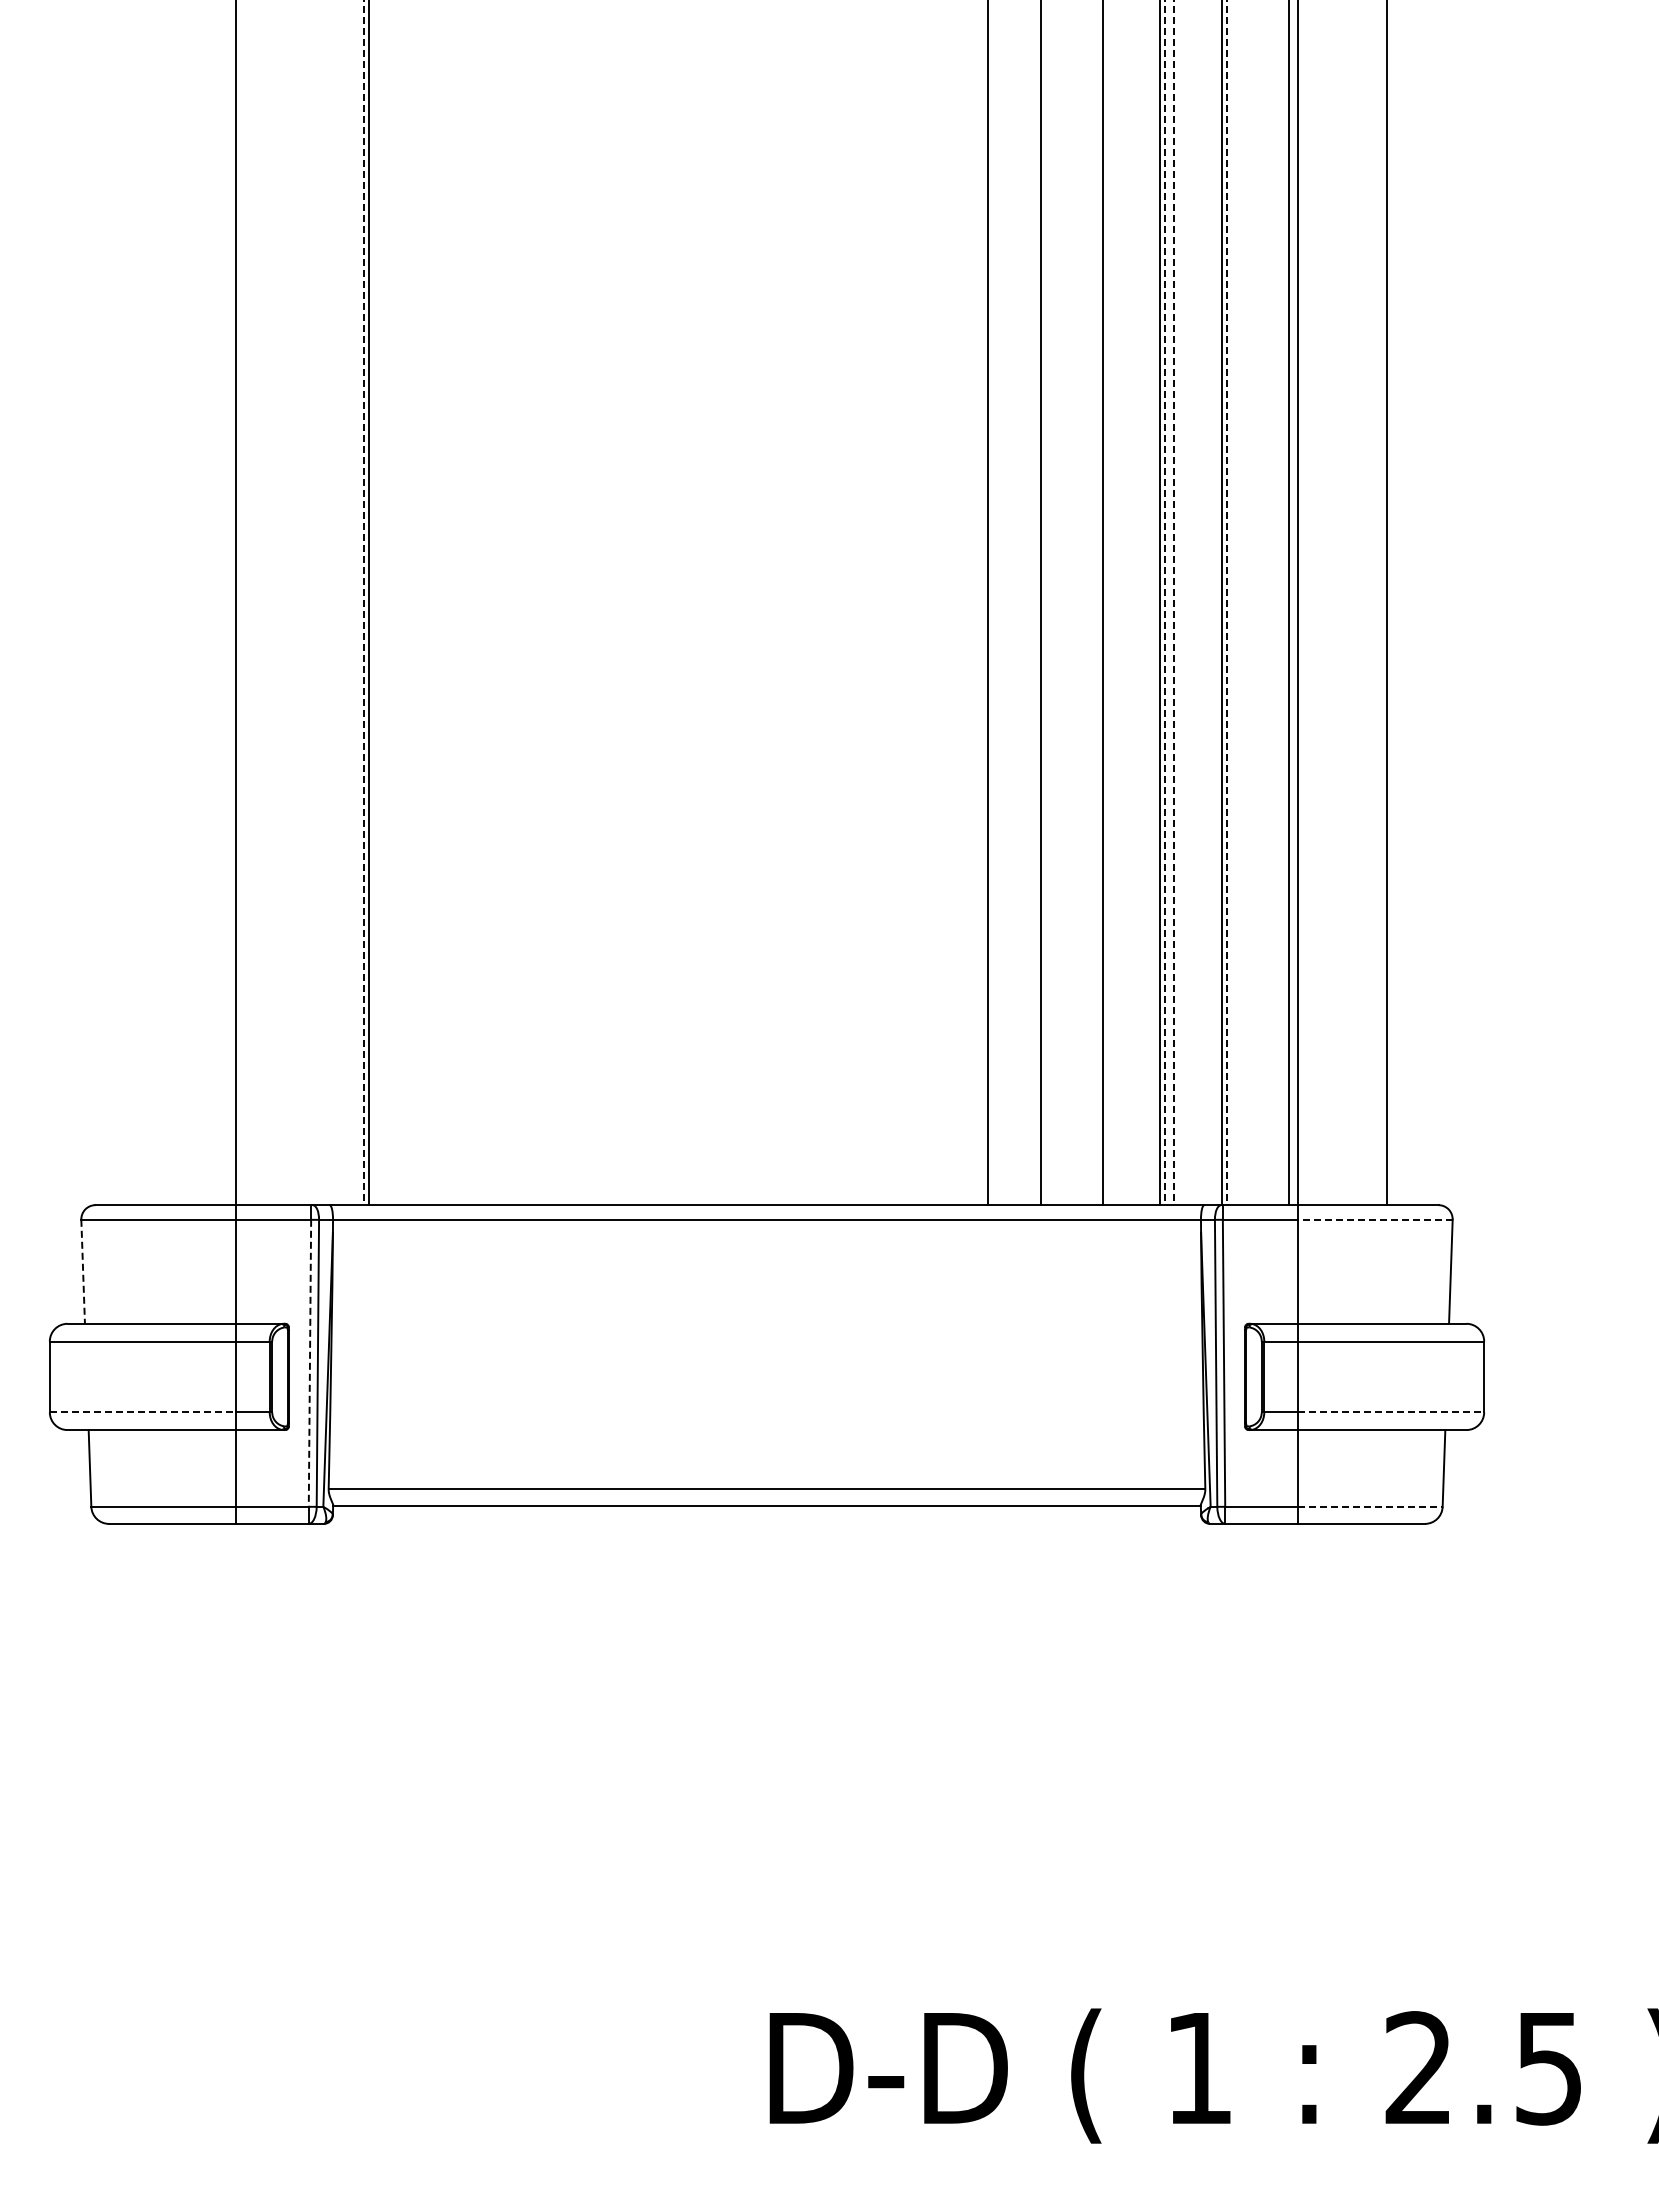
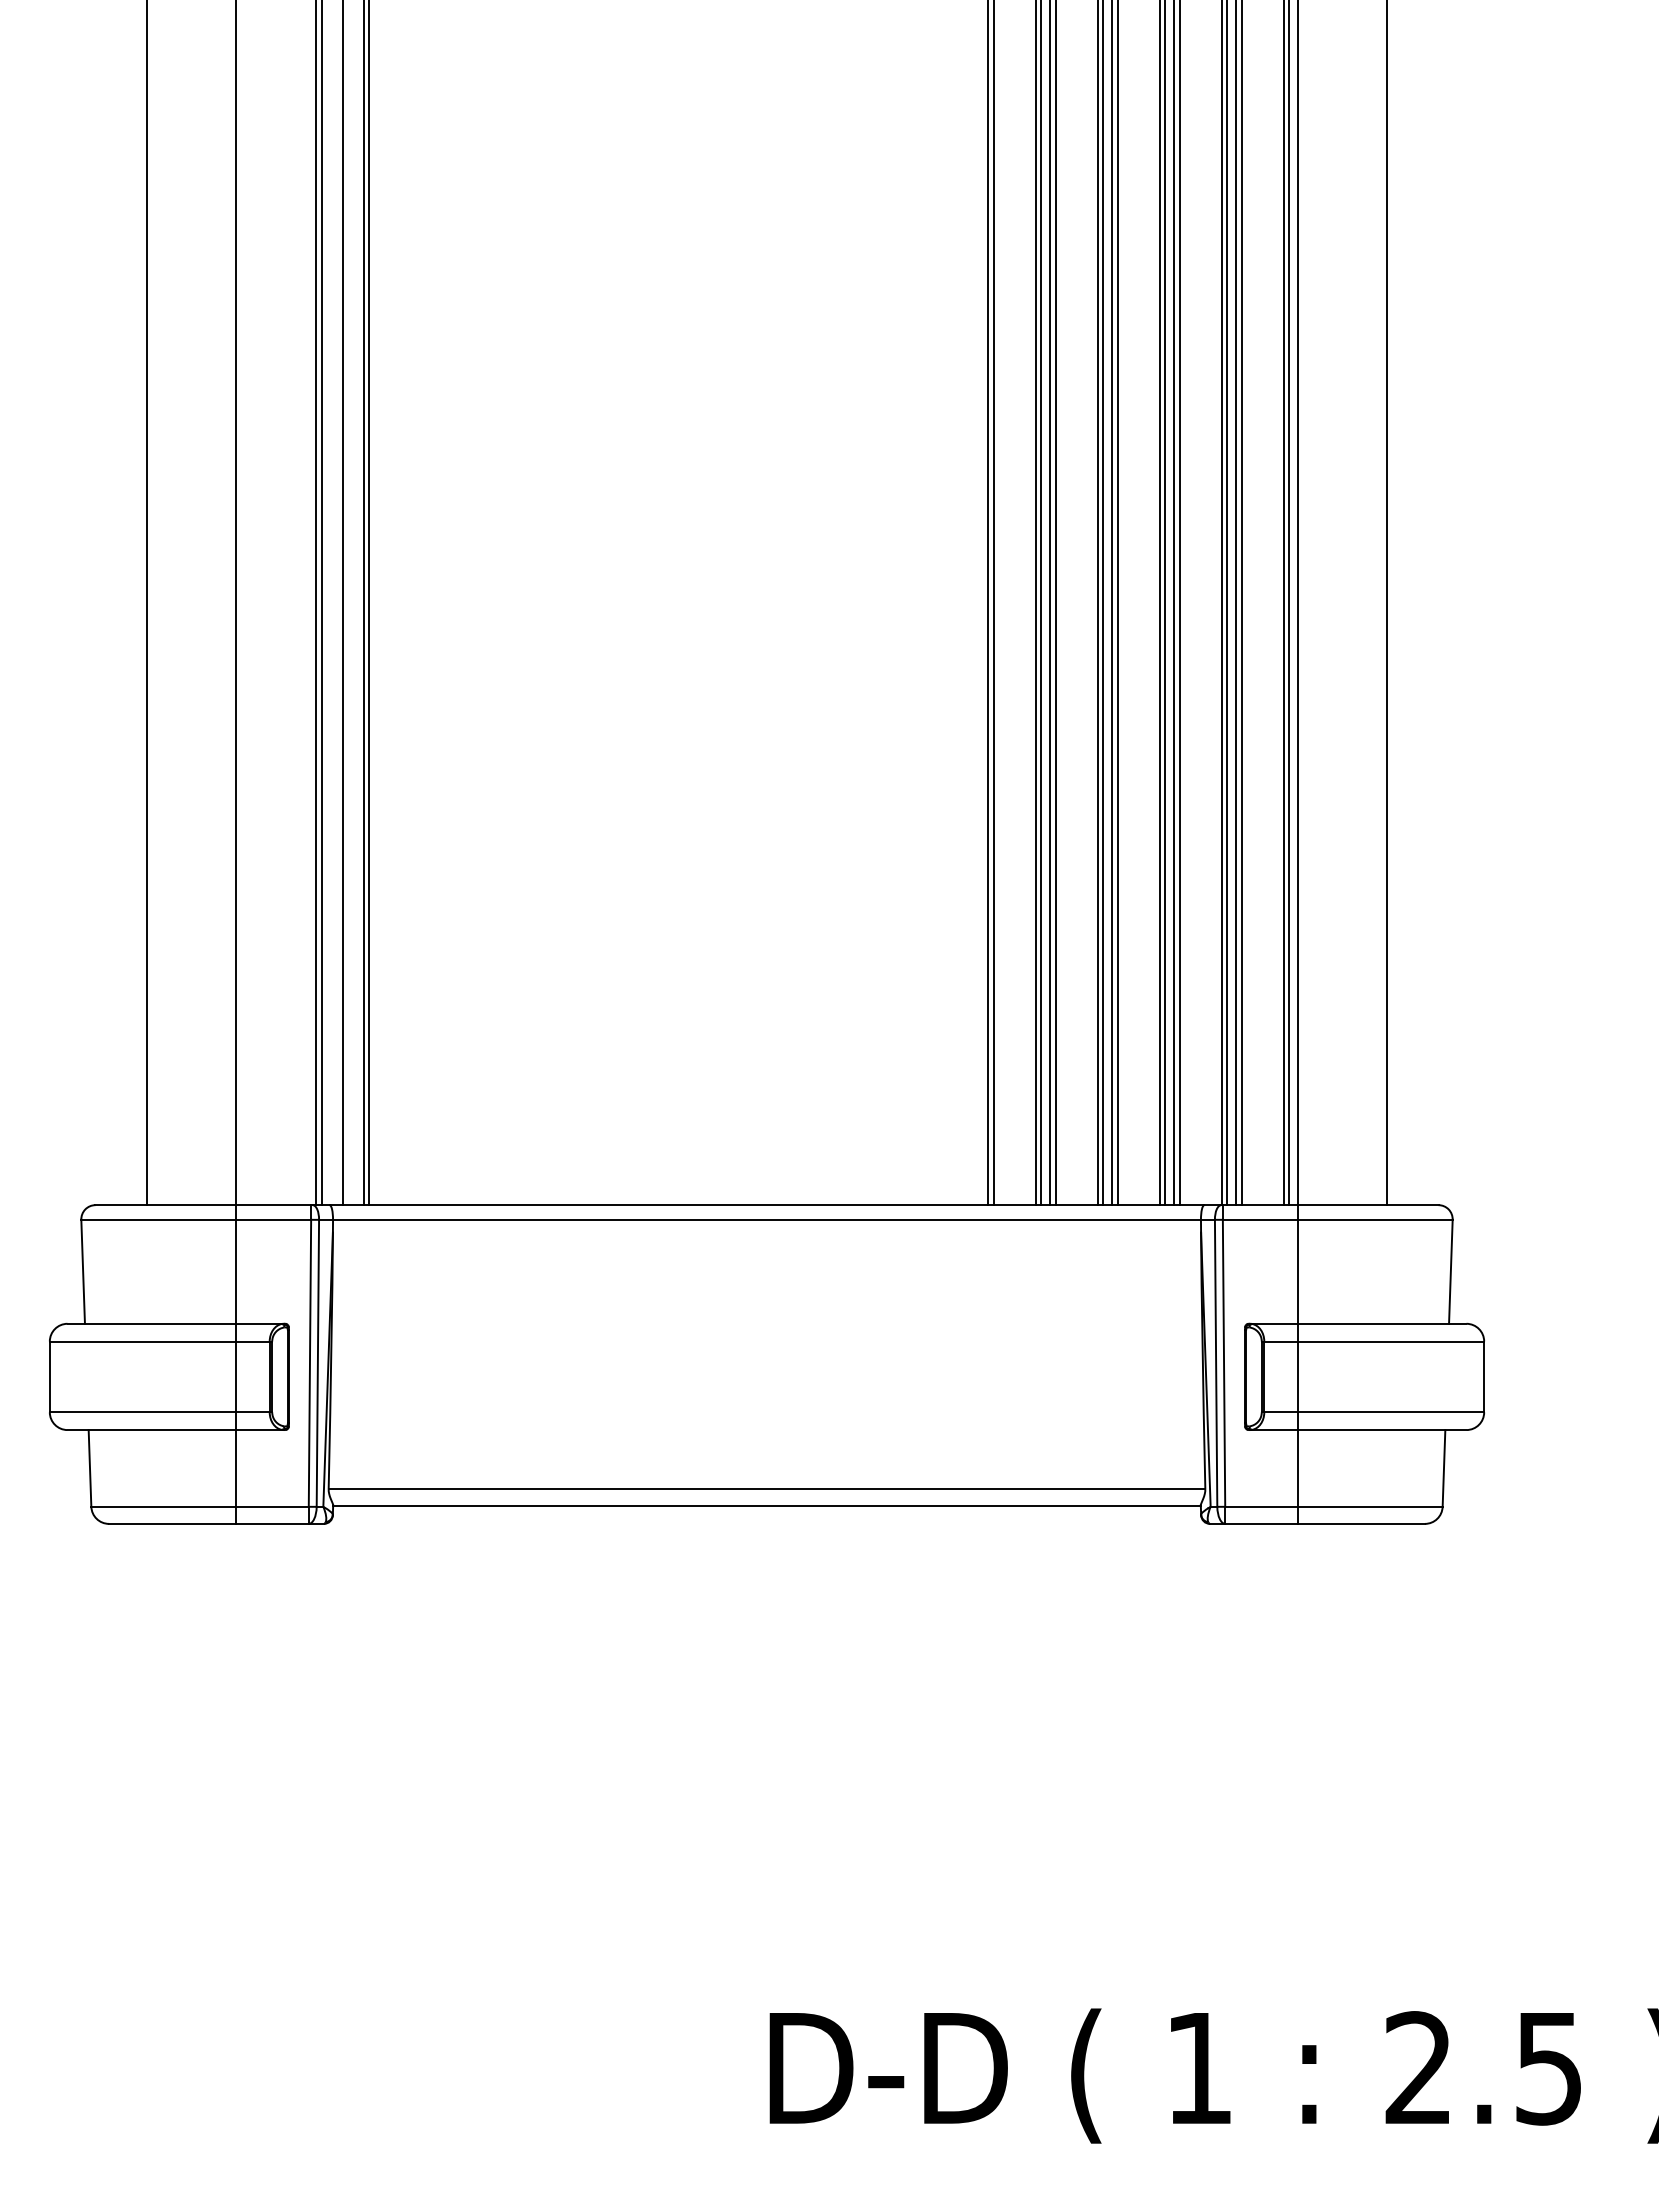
line at (147, 603): none -> present
line at (316, 603): none -> present
line at (321, 603): none -> present
line at (342, 603): none -> present
line at (364, 603): dashed -> solid
line at (993, 603): none -> present
line at (1036, 603): none -> present
line at (1050, 603): none -> present
line at (1055, 603): none -> present
line at (1098, 603): none -> present
line at (1112, 603): none -> present
line at (1117, 603): none -> present
line at (1165, 603): dashed -> solid
line at (1174, 603): dashed -> solid
line at (1179, 603): none -> present
line at (1227, 603): dashed -> solid
line at (1236, 603): none -> present
line at (1241, 603): none -> present
line at (1284, 603): none -> present
line at (1374, 1219): dashed -> solid
line at (83, 1272): dashed -> solid
line at (309, 1363): dashed -> solid
line at (142, 1412): dashed -> solid
line at (1391, 1412): dashed -> solid
line at (1370, 1506): dashed -> solid
